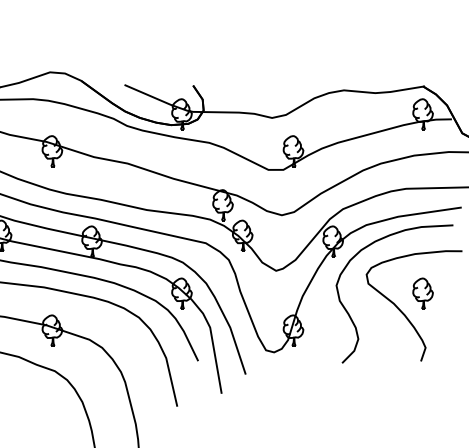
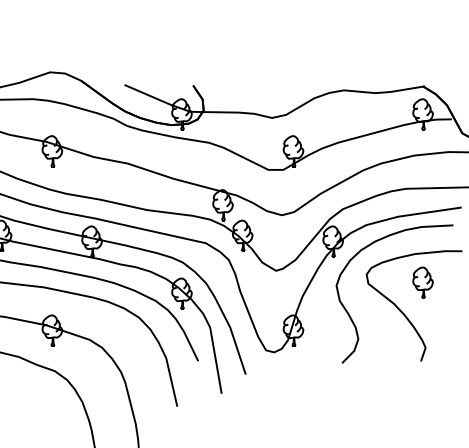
part at (422, 293) position: (422, 293) -> (422, 282)
